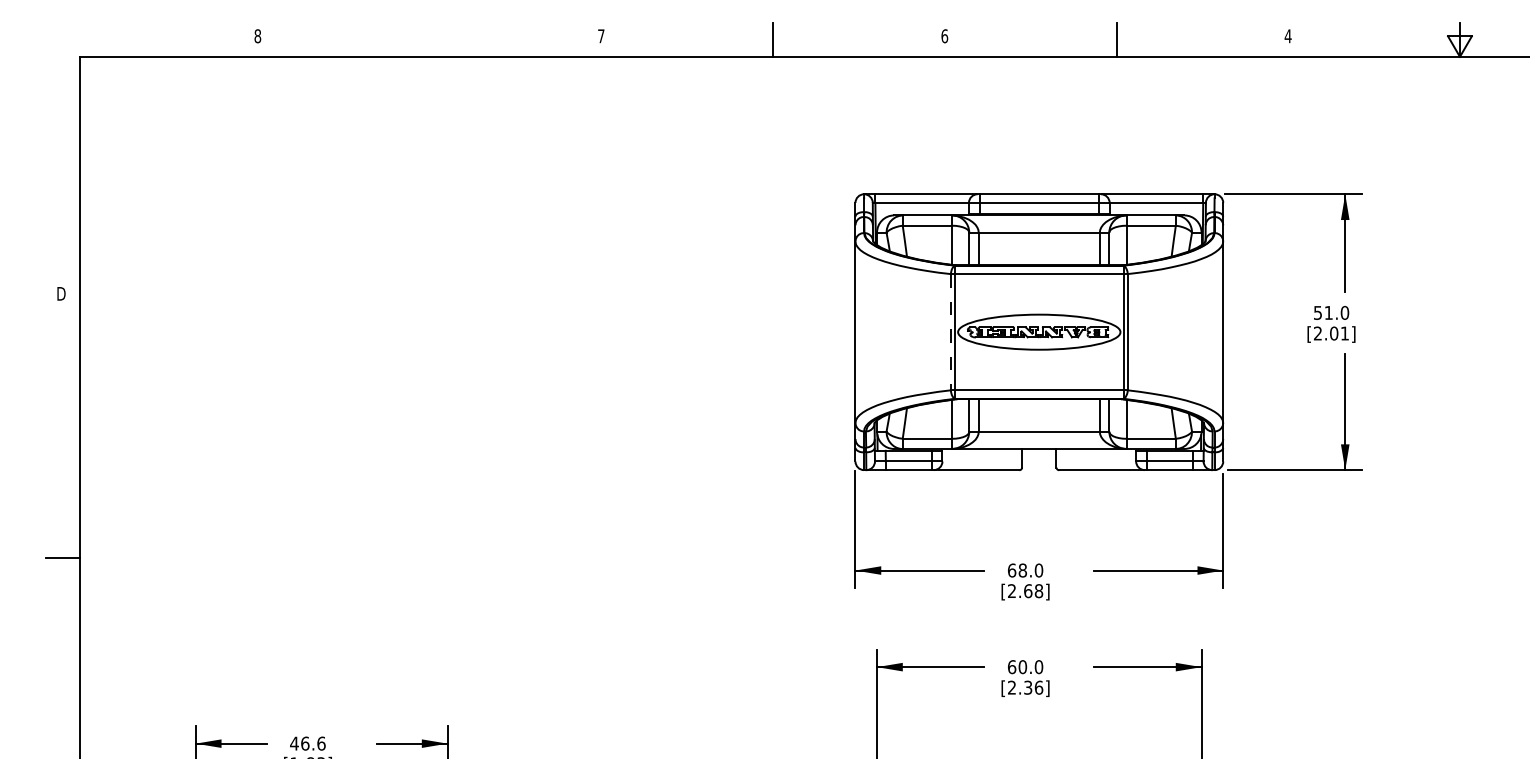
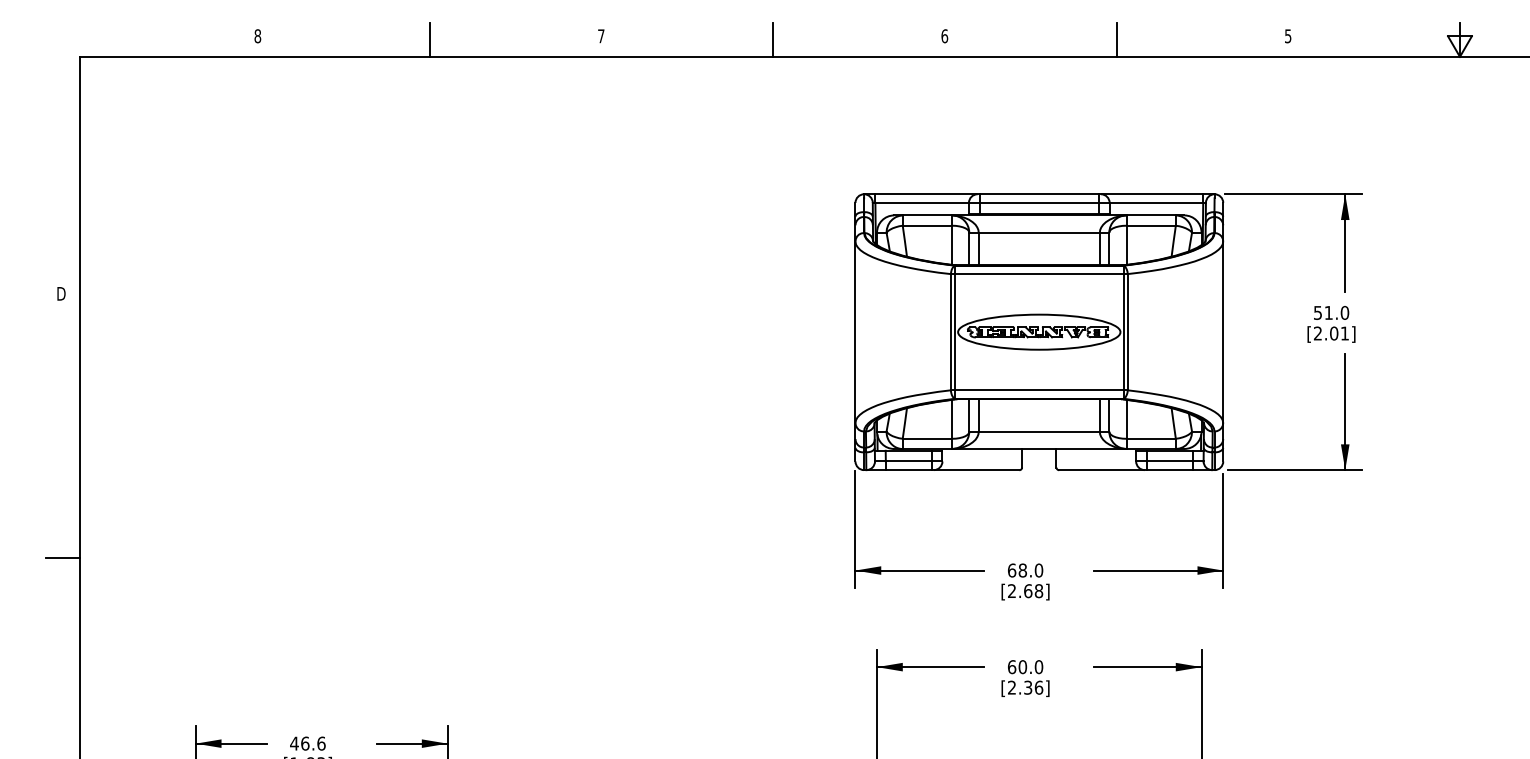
text at (1287, 36): 4 -> 5
line at (429, 39): none -> present
line at (950, 332): dashed -> solid
